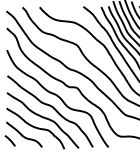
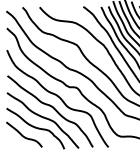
line at (9, 140): present -> none
